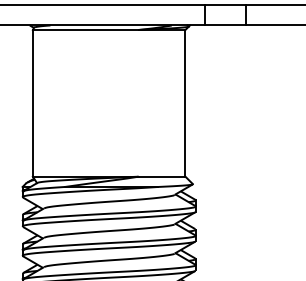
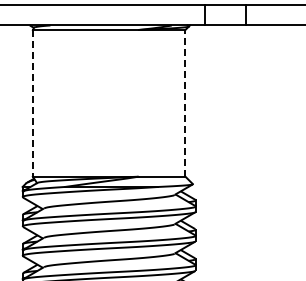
line at (185, 102): solid -> dashed
line at (32, 103): solid -> dashed
